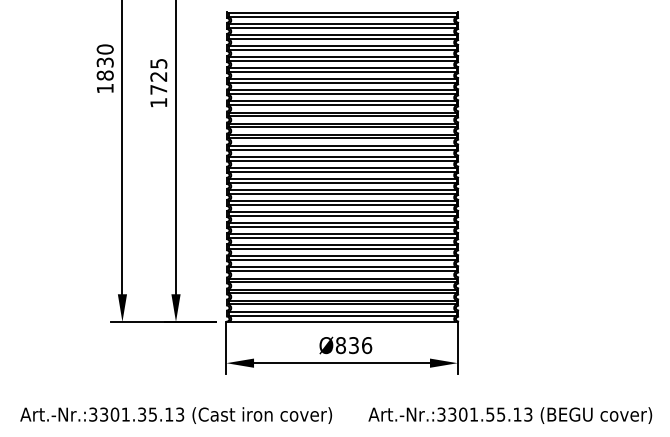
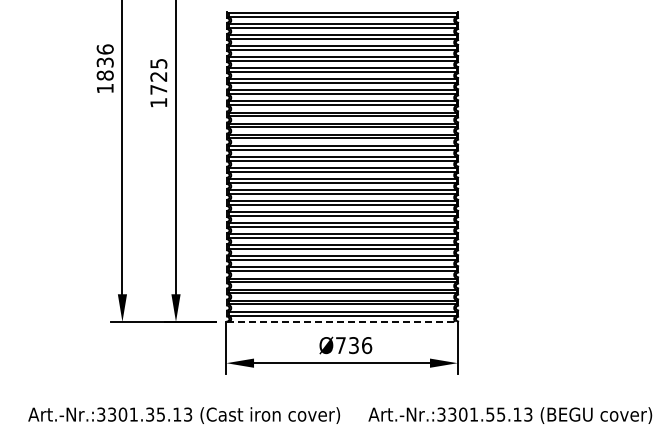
text at (104, 49): 1830 -> 1836
line at (342, 321): solid -> dashed
text at (340, 345): Ø836 -> Ø736
text at (176, 415) position: (176, 415) -> (184, 415)
